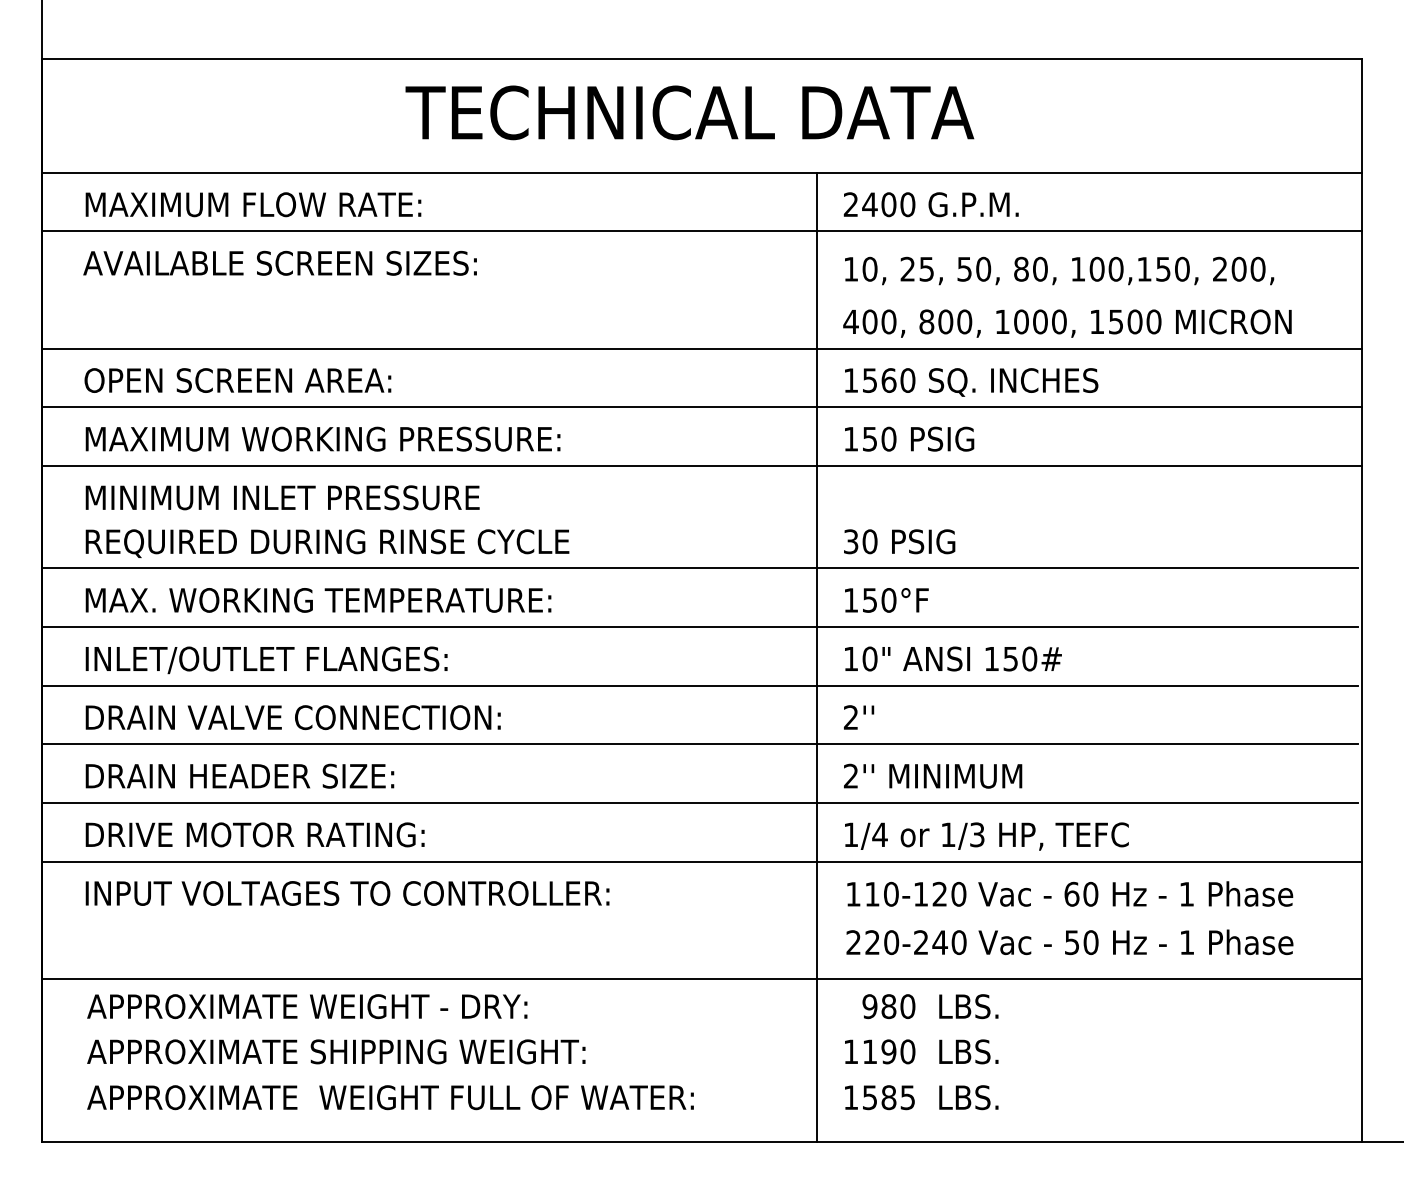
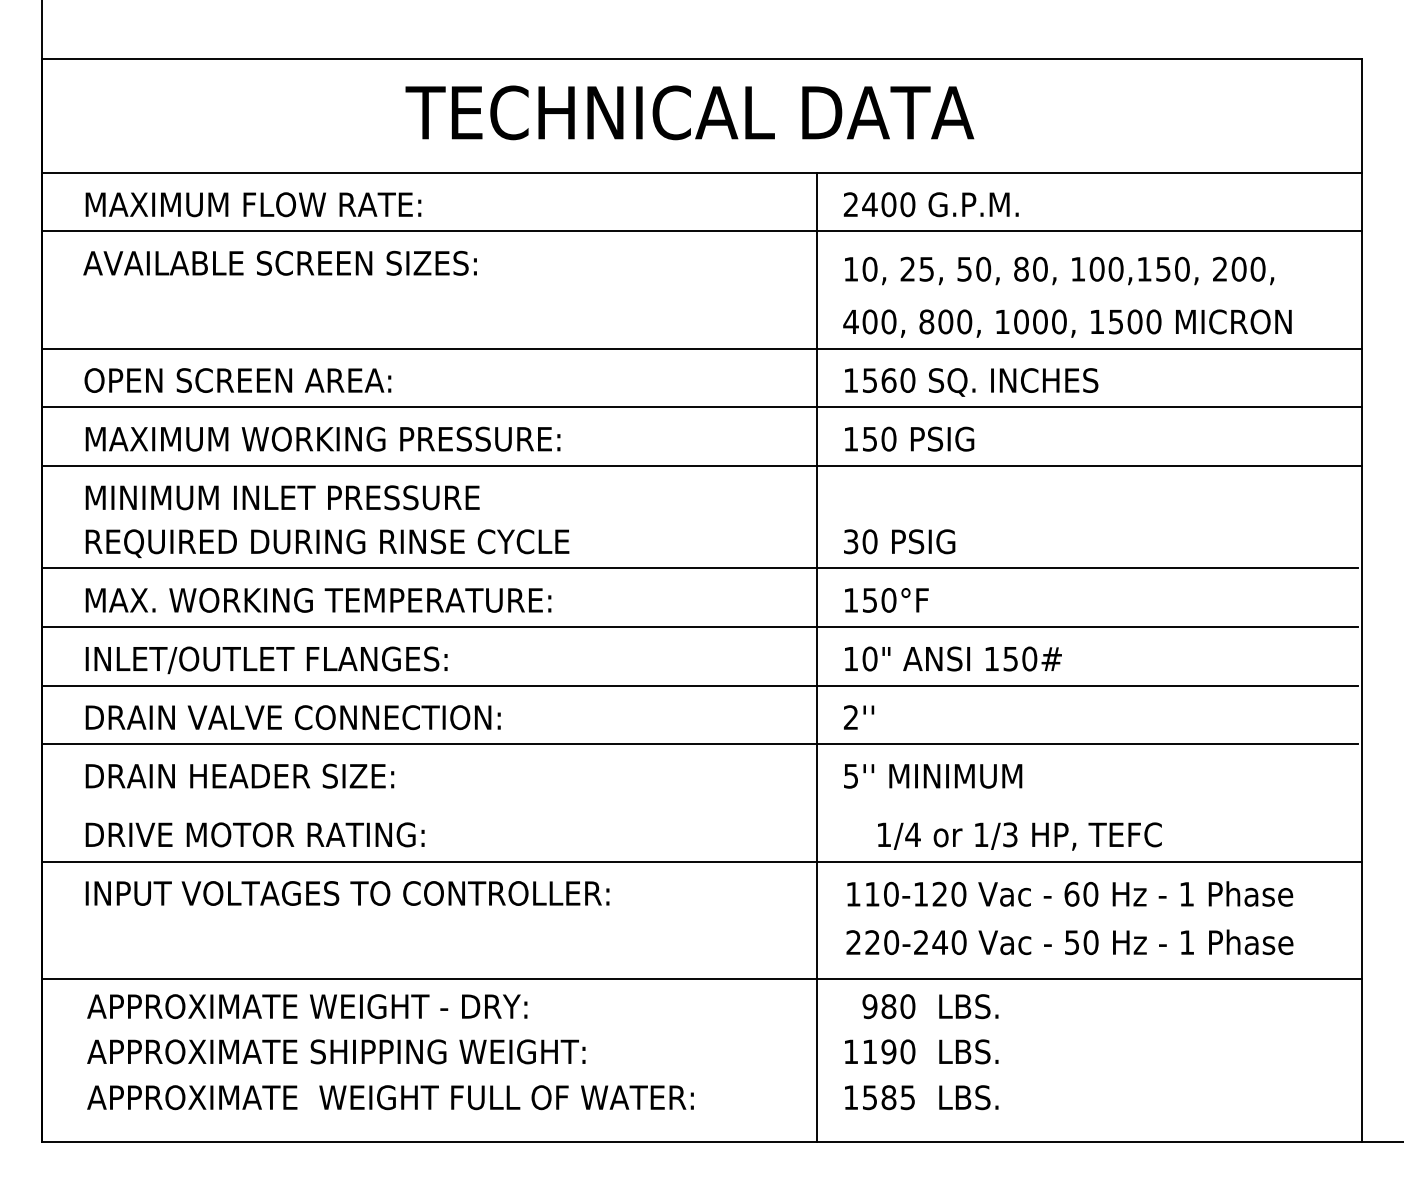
text at (850, 775): 2'' -> 5''
line at (699, 802): present -> none
text at (986, 836) position: (986, 836) -> (1019, 836)
